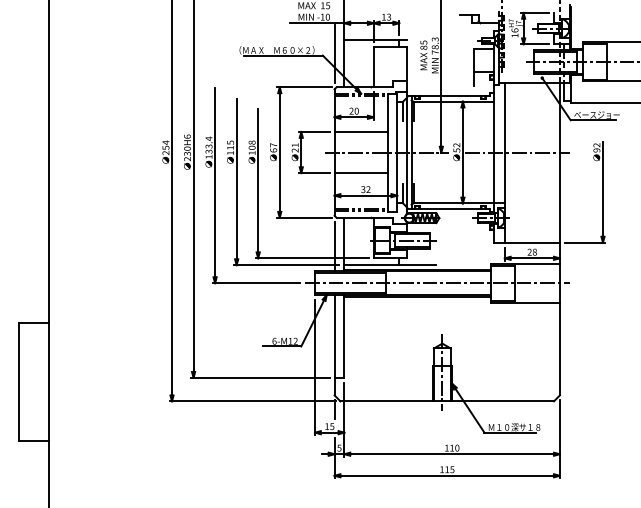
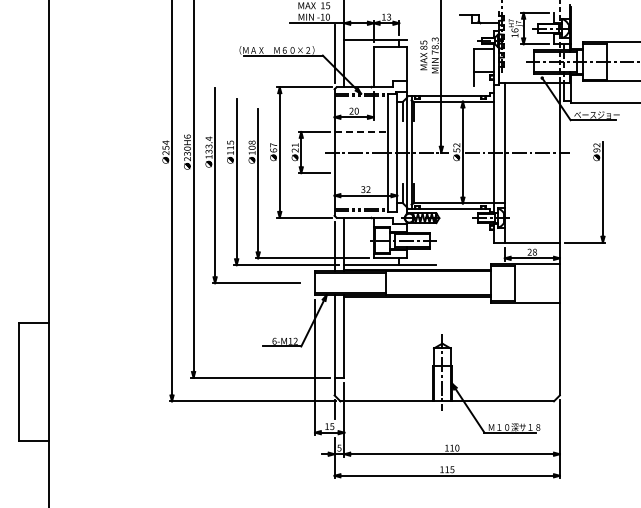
line at (361, 131): solid -> dashed
line at (360, 173): present -> none
line at (437, 283): present -> none
